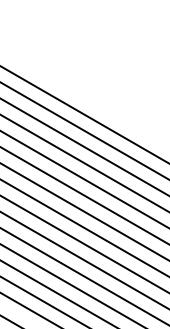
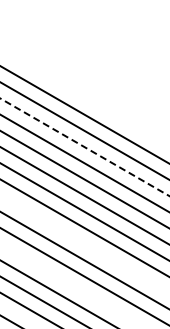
line at (84, 146): solid -> dashed
line at (84, 243): present -> none
line at (71, 285): present -> none
